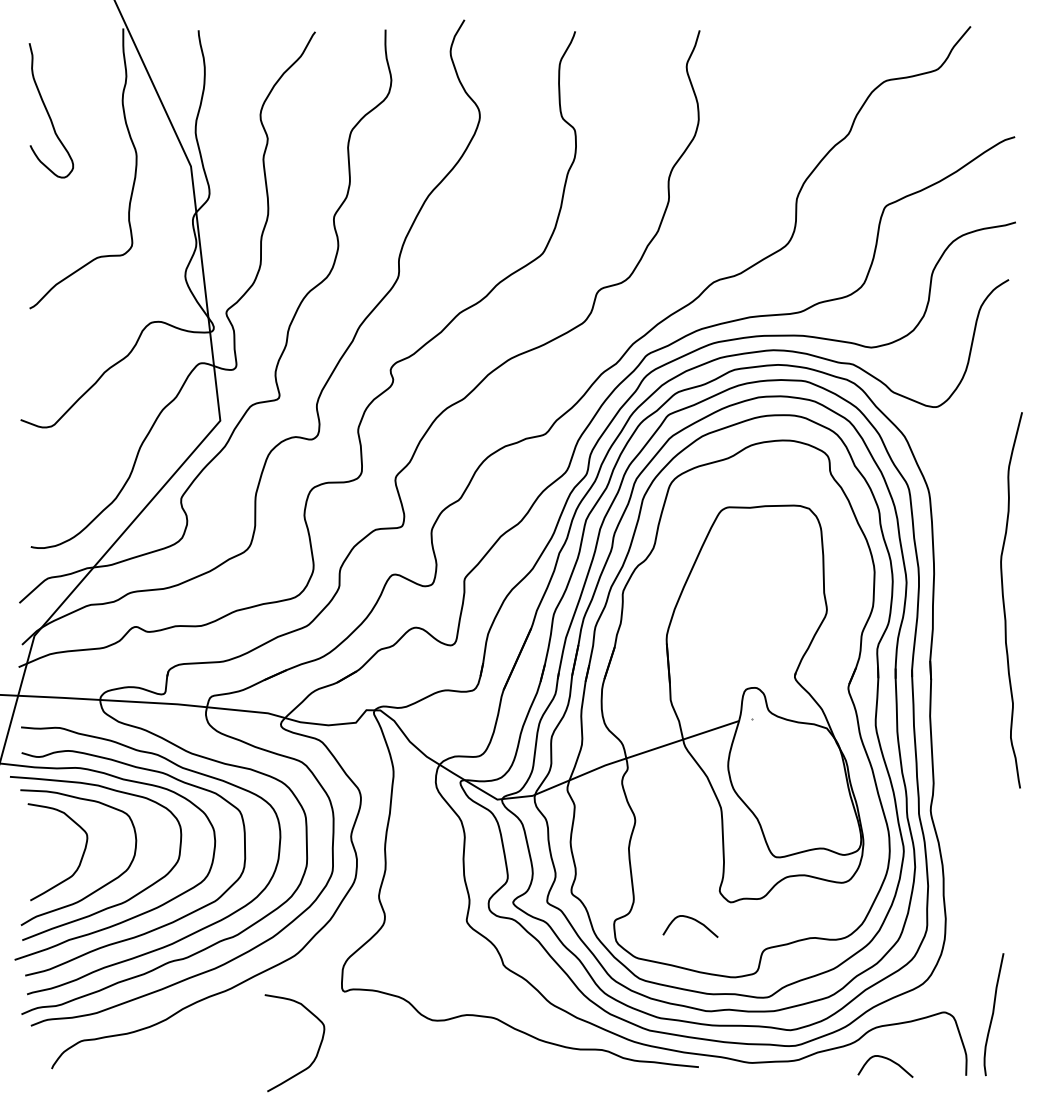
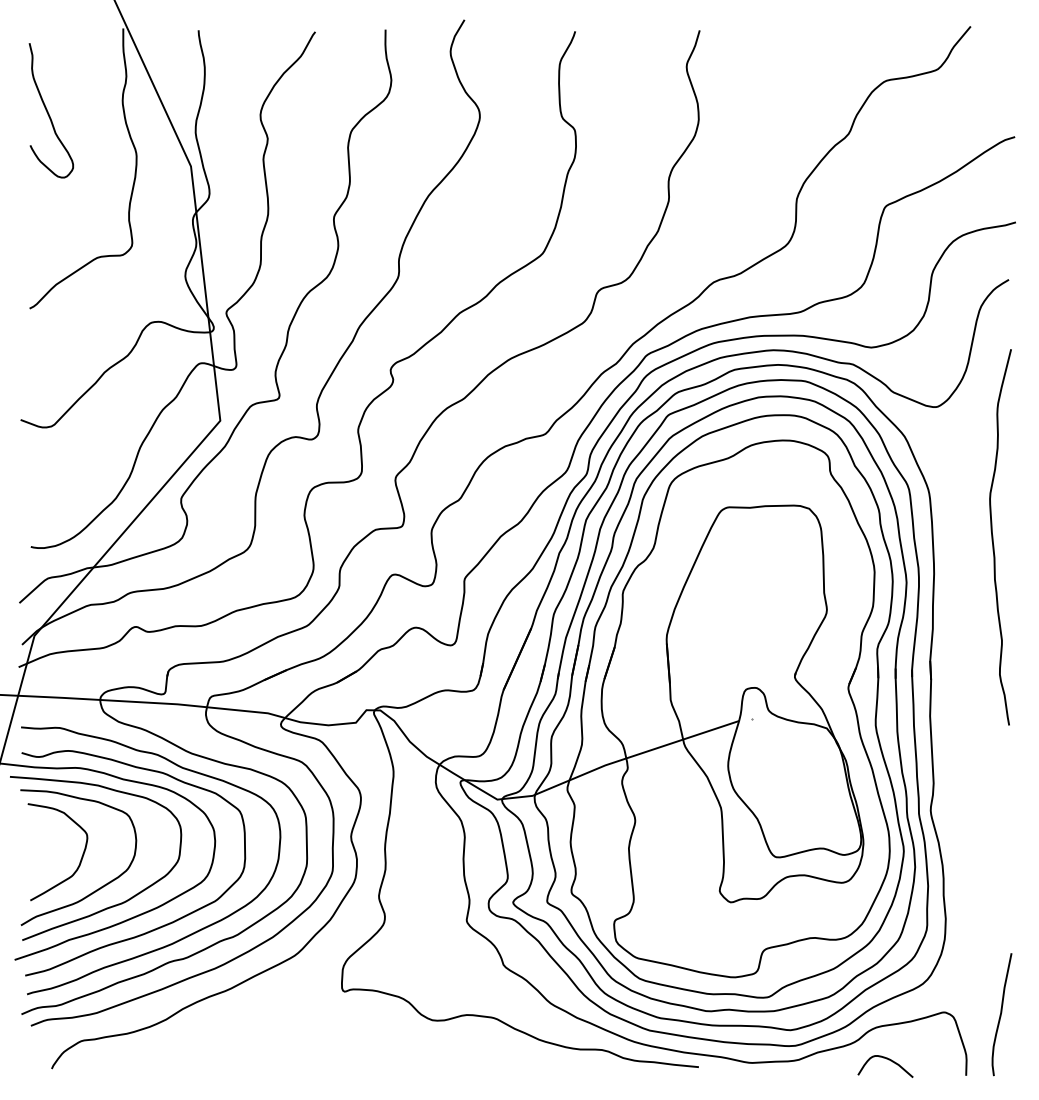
curve at (1004, 600) position: (1004, 600) -> (993, 537)
curve at (693, 920): present -> none
curve at (993, 1014) position: (993, 1014) -> (1001, 1014)
curve at (317, 1050): present -> none
